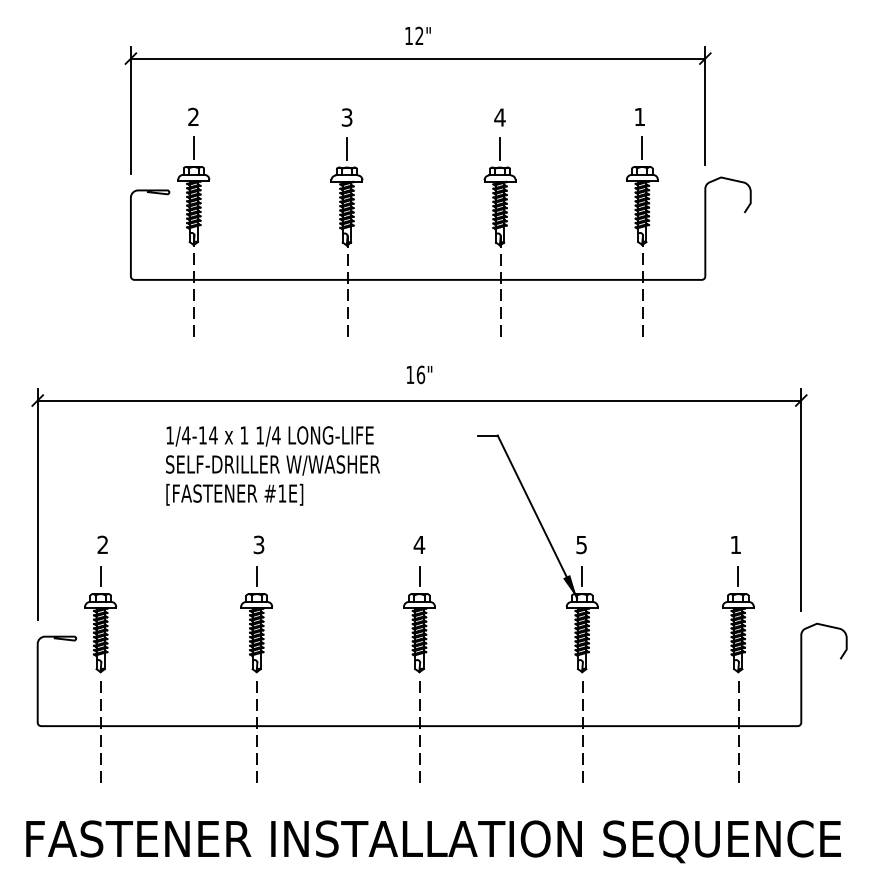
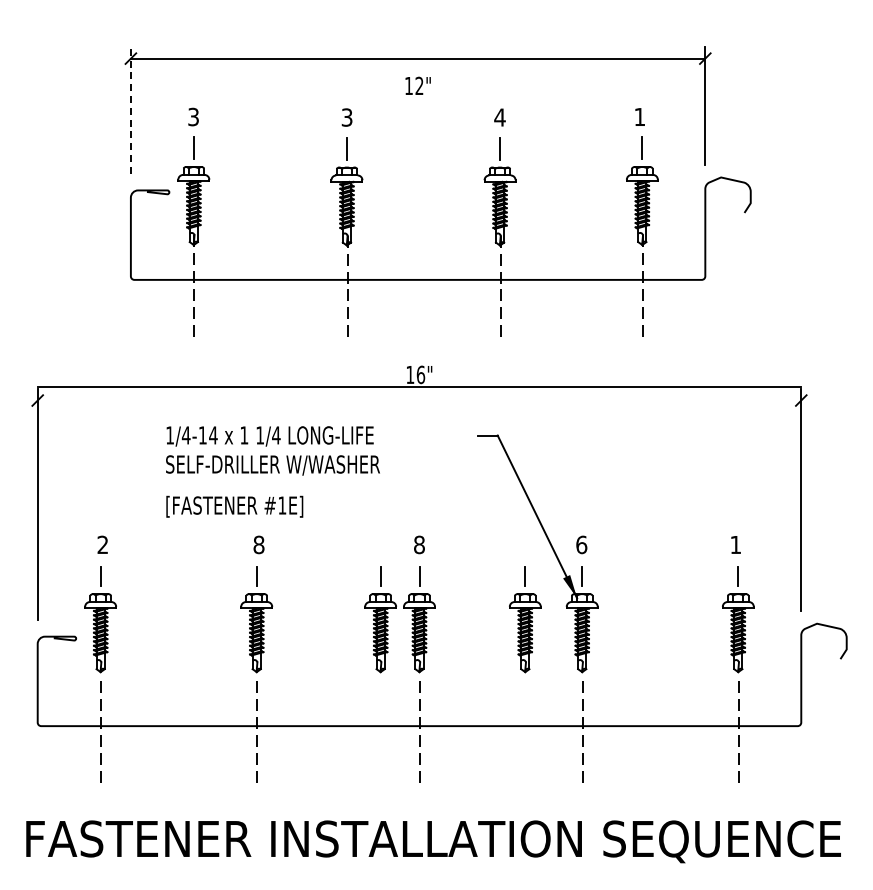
text at (417, 35) position: (417, 35) -> (417, 85)
line at (130, 110): solid -> dashed
text at (193, 117): 2 -> 3
line at (419, 400) position: (419, 400) -> (419, 386)
text at (234, 494) position: (234, 494) -> (234, 506)
text at (258, 544): 3 -> 8
text at (419, 544): 4 -> 8
text at (581, 544): 5 -> 6
part at (380, 619): none -> present
part at (525, 619): none -> present
